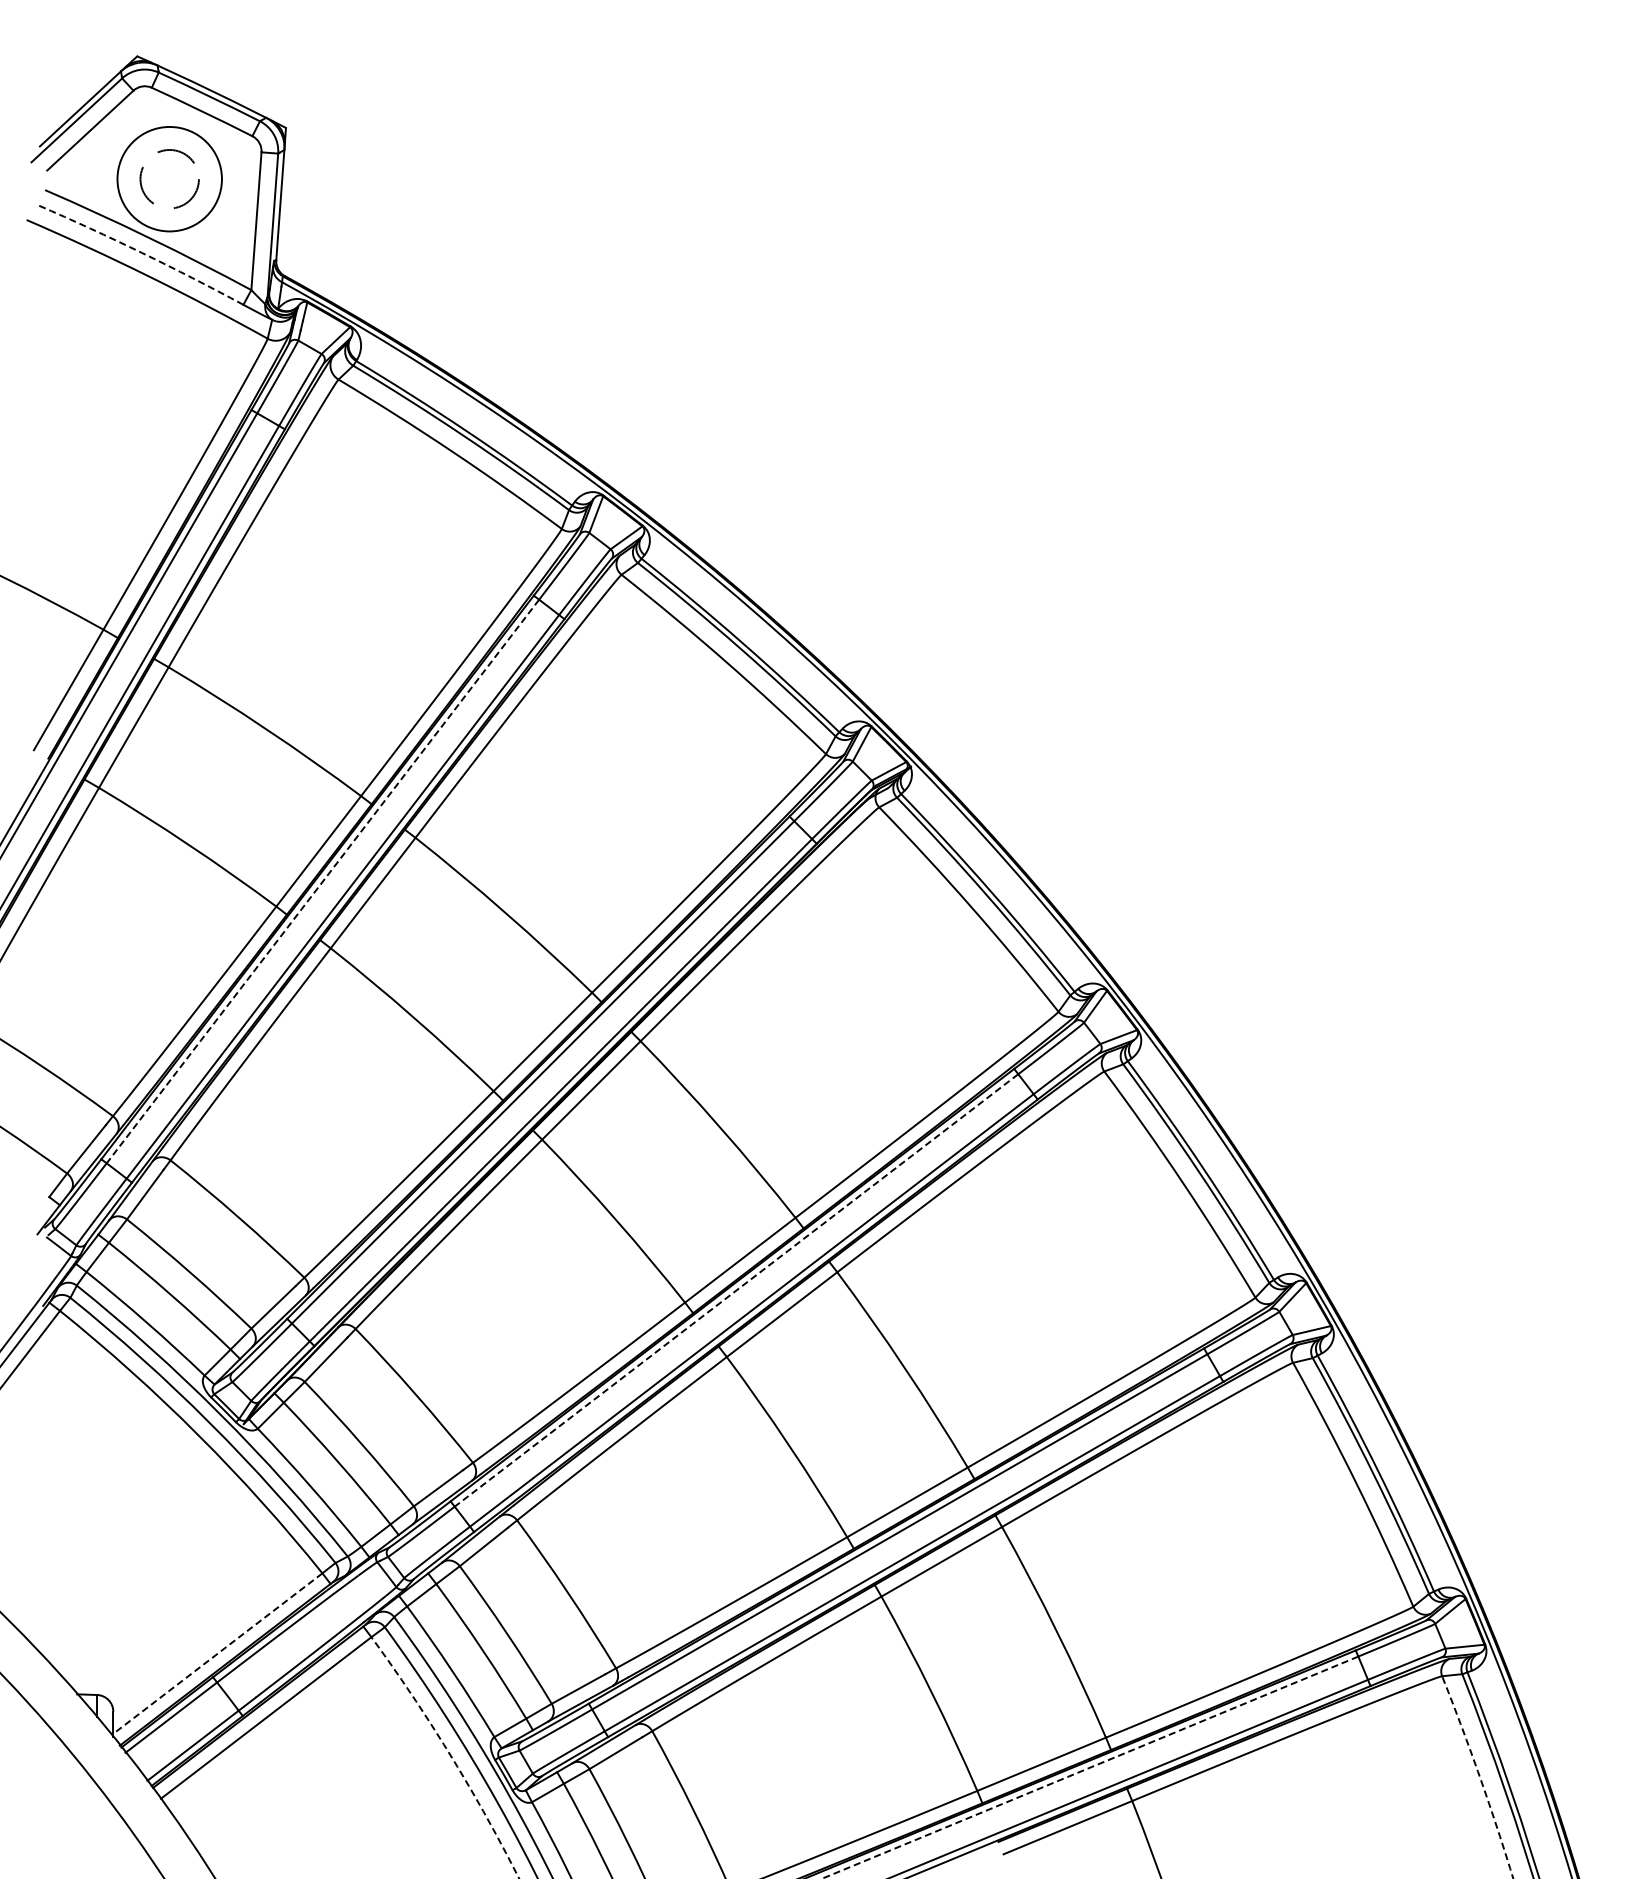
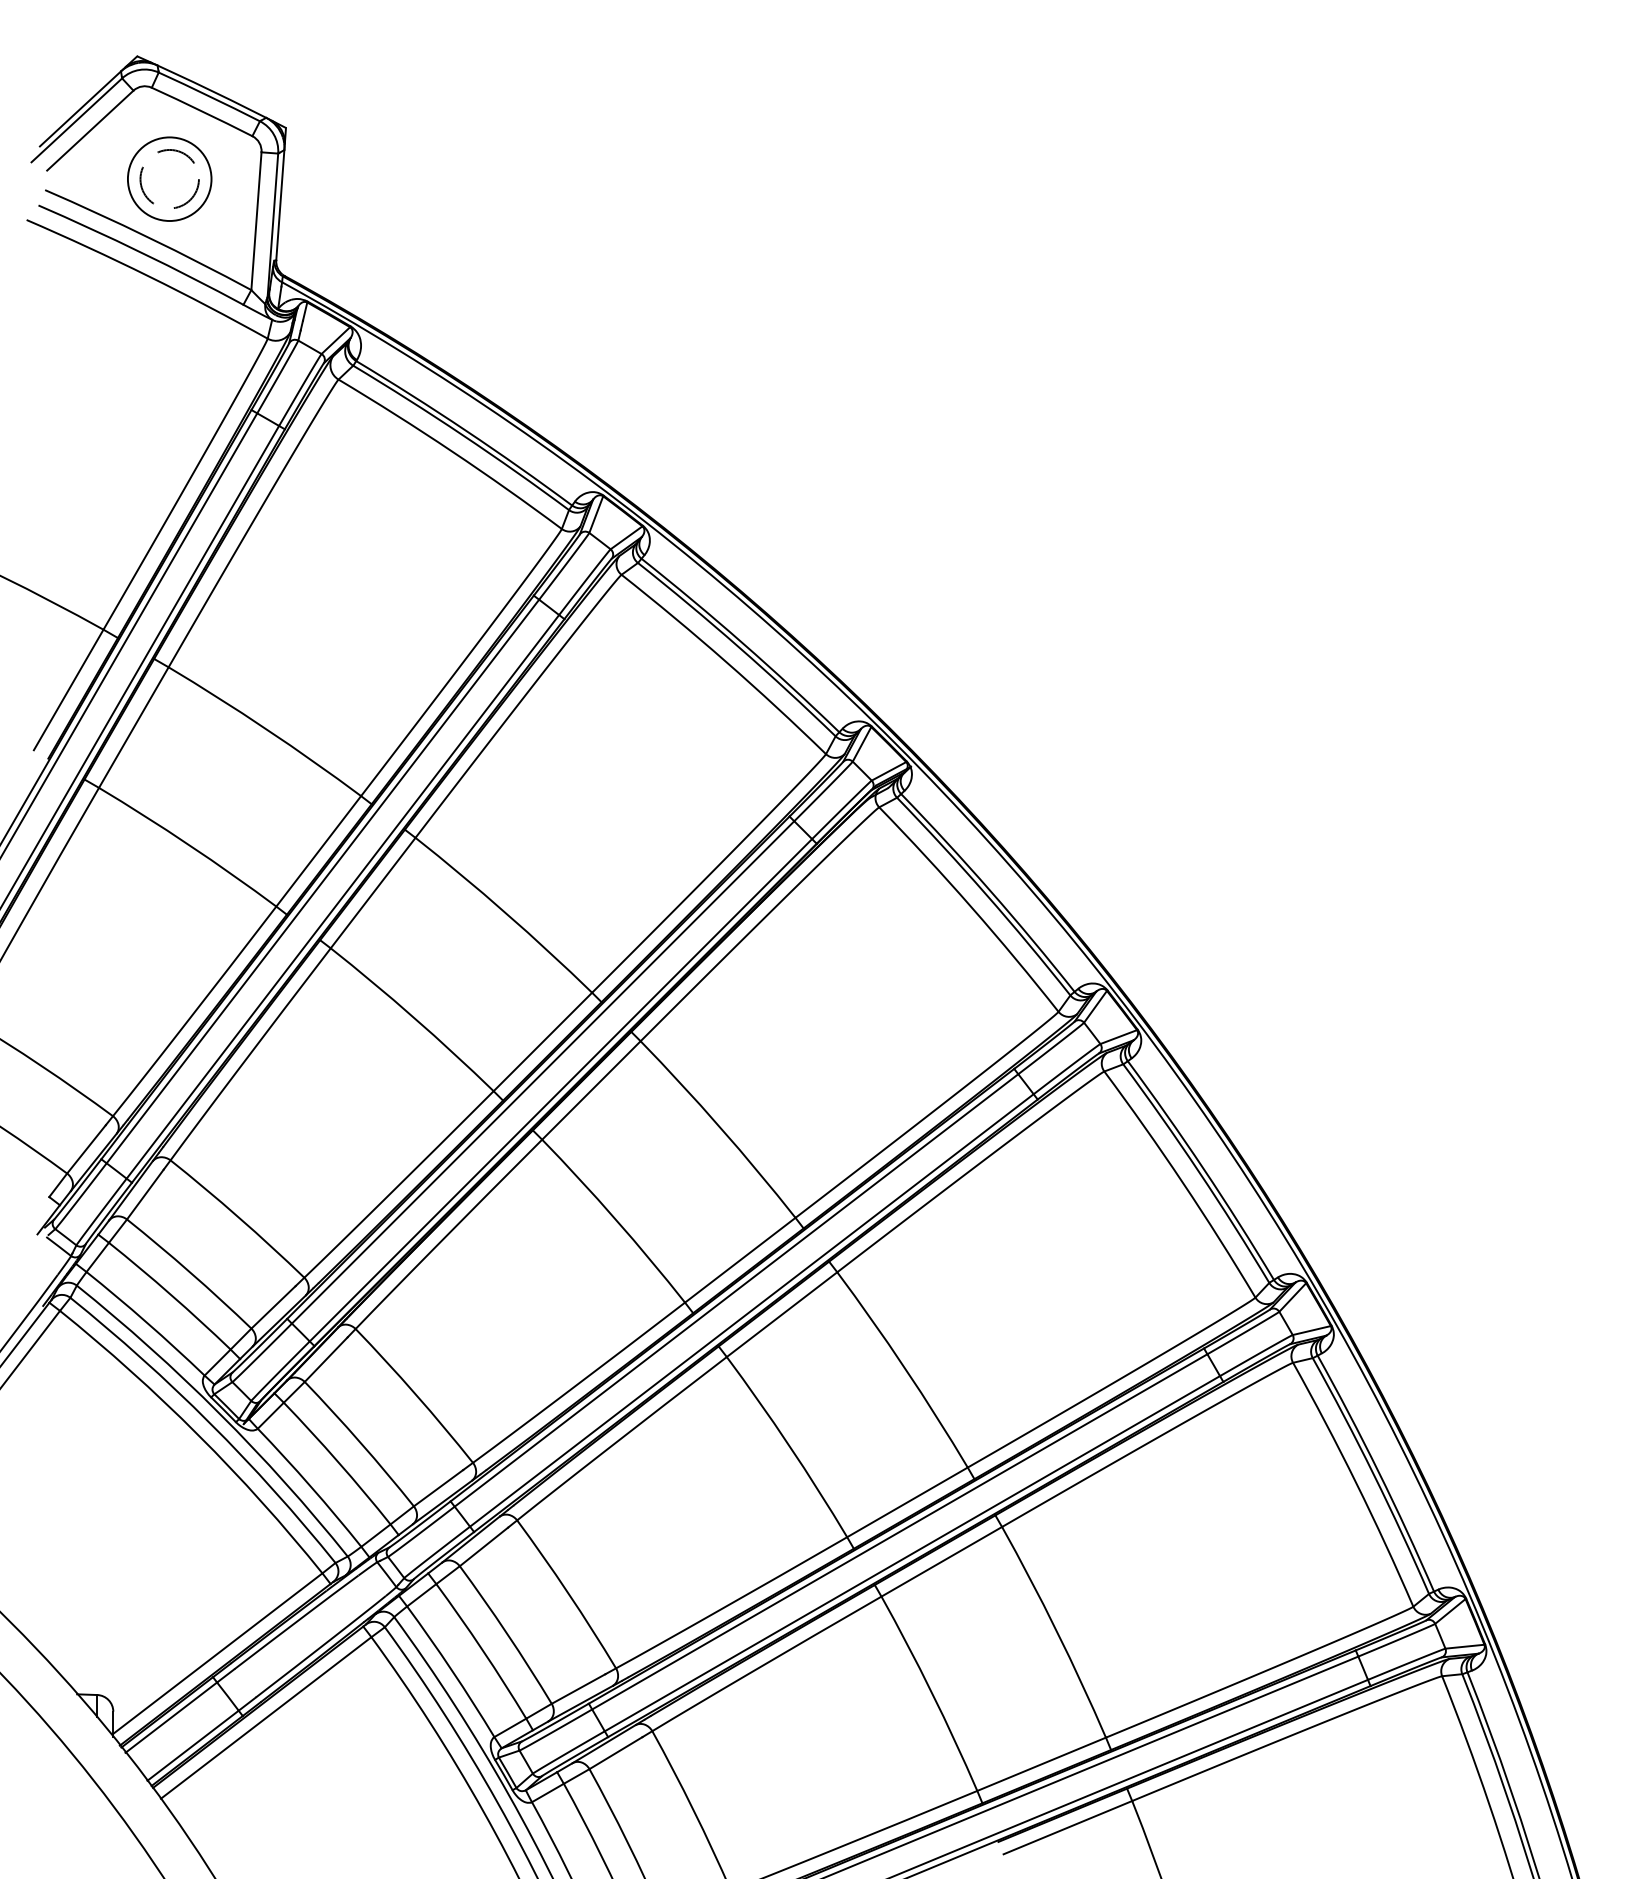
circle at (169, 178) diameter: 104 px -> 84 px
arc at (142, 252): dashed -> solid
line at (322, 881): dashed -> solid
line at (736, 1290): dashed -> solid
line at (217, 1653): dashed -> solid
arc at (450, 1754): dashed -> solid
line at (1089, 1767): dashed -> solid
arc at (1479, 1776): dashed -> solid
